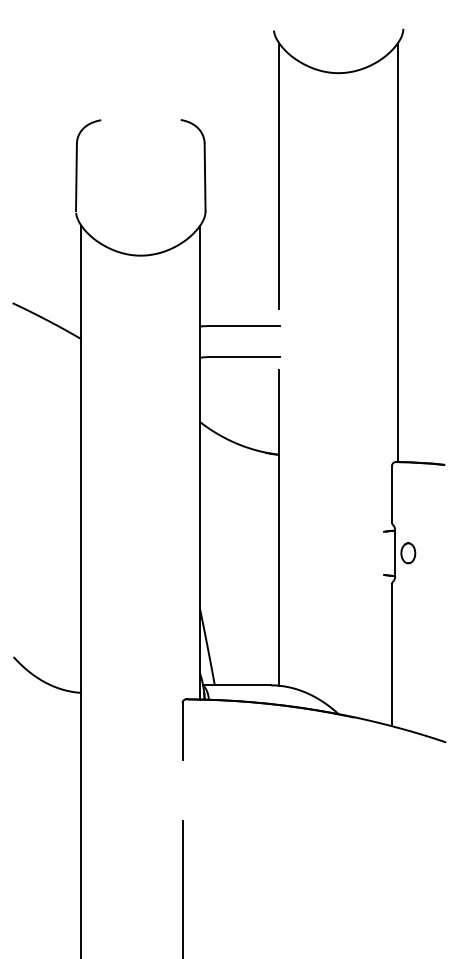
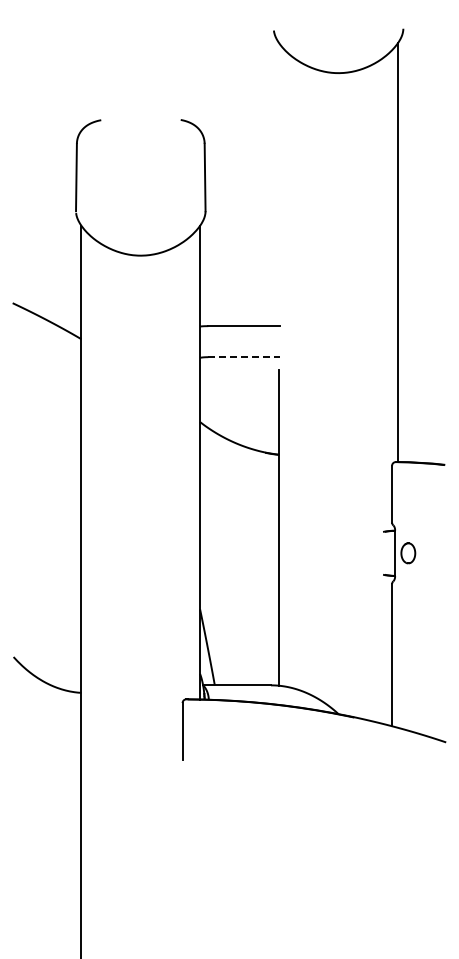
line at (279, 175): present -> none
line at (243, 357): solid -> dashed
line at (182, 888): present -> none
